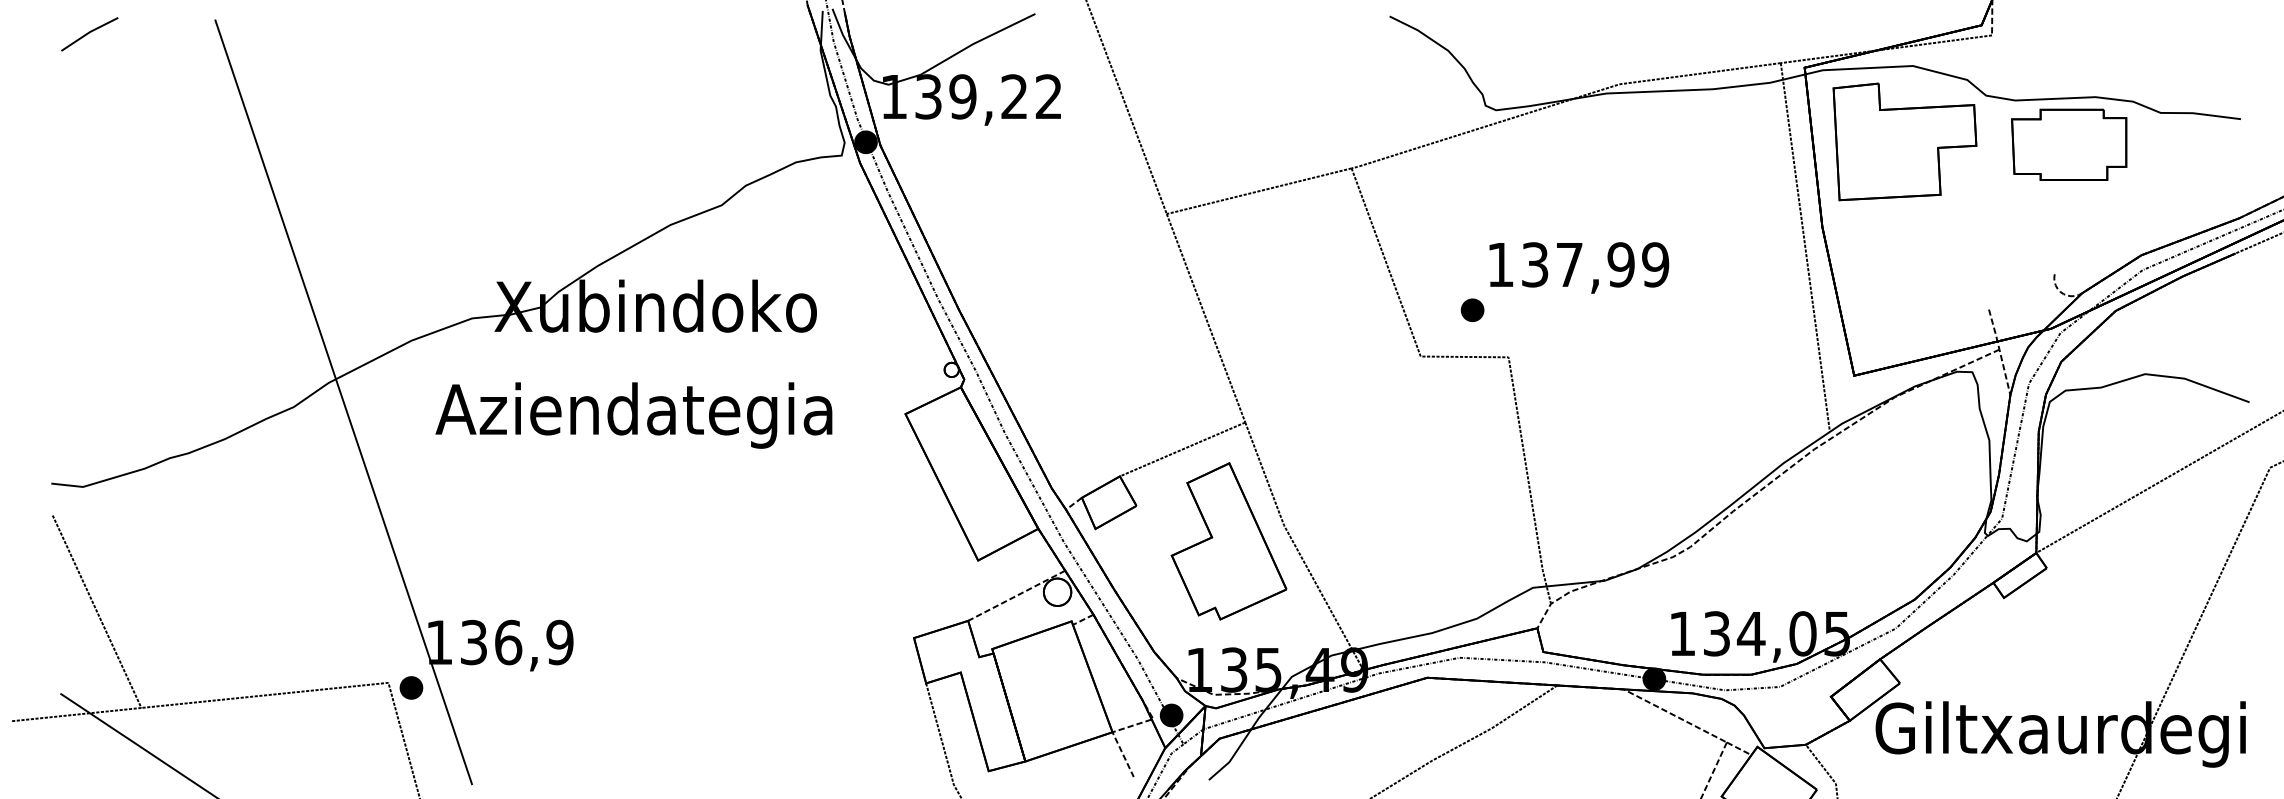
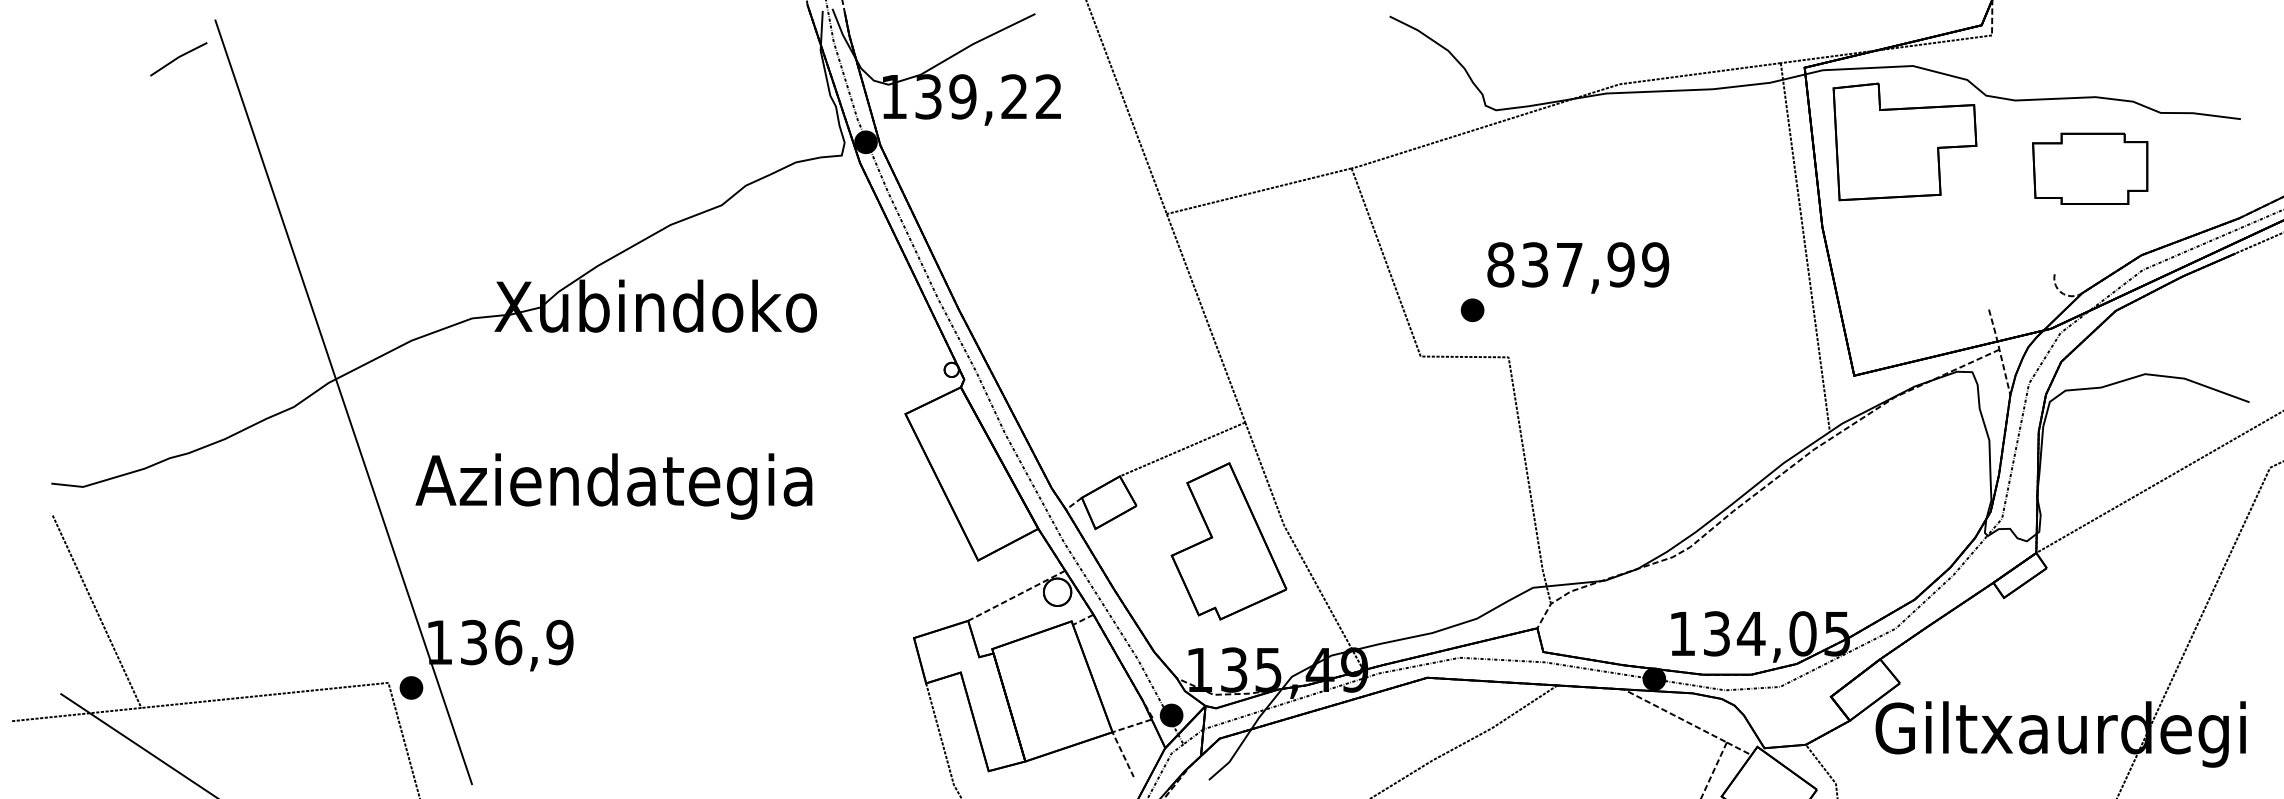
line at (89, 33) position: (89, 33) -> (178, 58)
part at (2069, 144) position: (2069, 144) -> (2090, 168)
text at (1500, 264): 137,99 -> 837,99
text at (633, 415) position: (633, 415) -> (613, 486)
